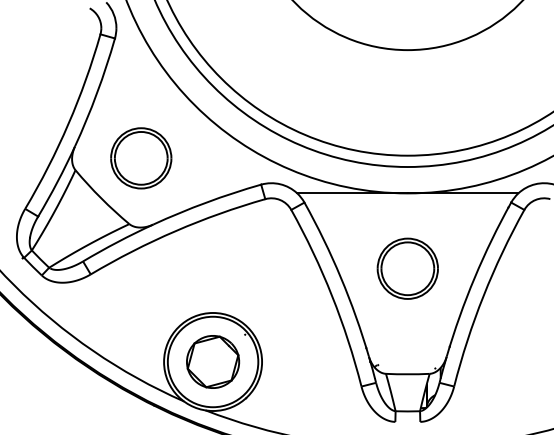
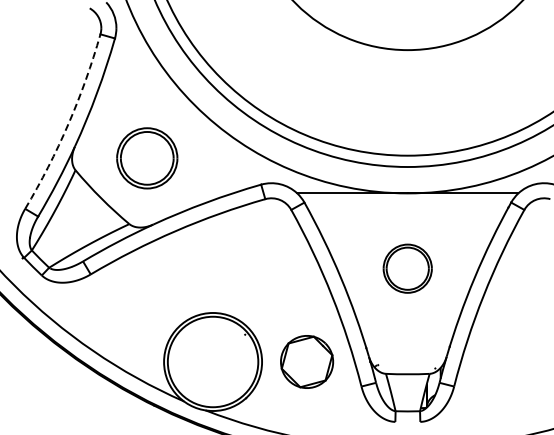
arc at (68, 124): solid -> dashed
part at (141, 158) position: (141, 158) -> (147, 158)
part at (407, 268) size: 63x63 px -> 51x51 px
part at (213, 361) position: (213, 361) -> (307, 361)
